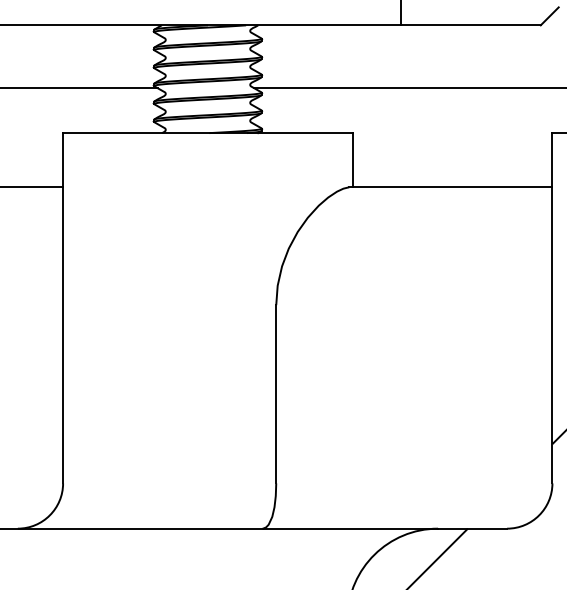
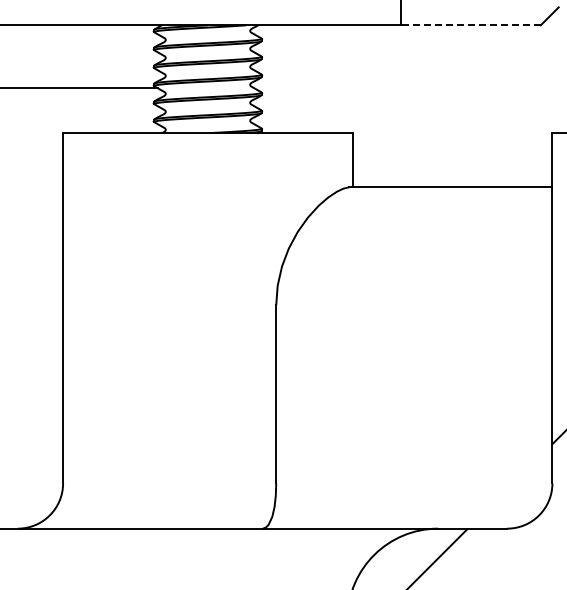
line at (471, 25): solid -> dashed
line at (408, 87): present -> none
line at (32, 187): present -> none
